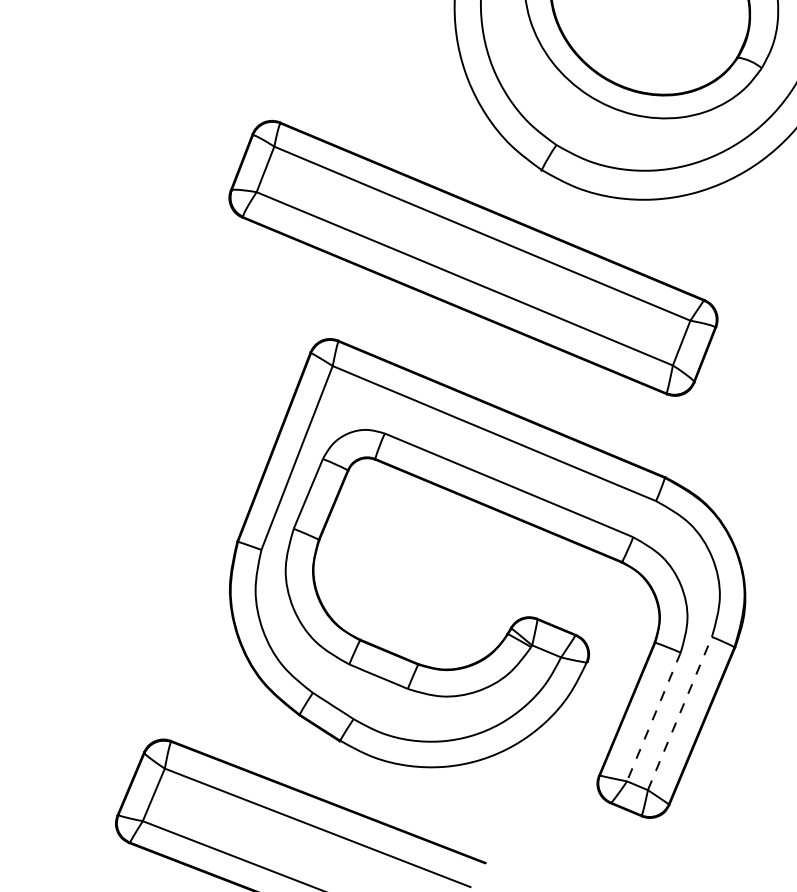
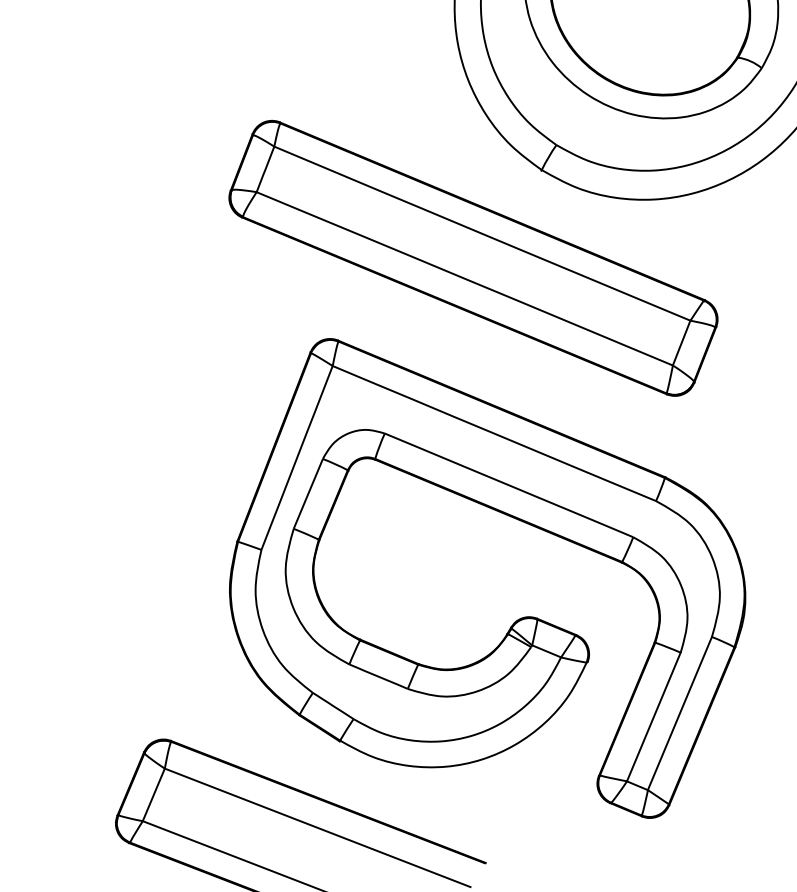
line at (679, 713): dashed -> solid
line at (653, 717): dashed -> solid
